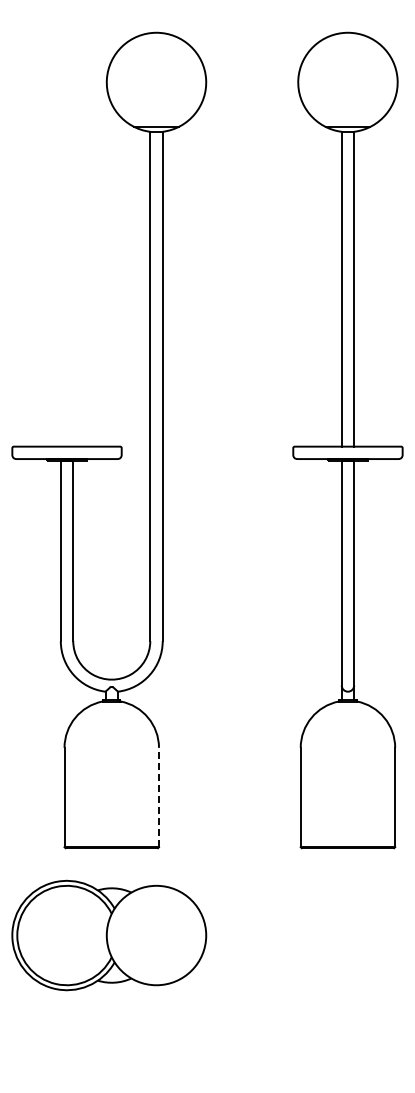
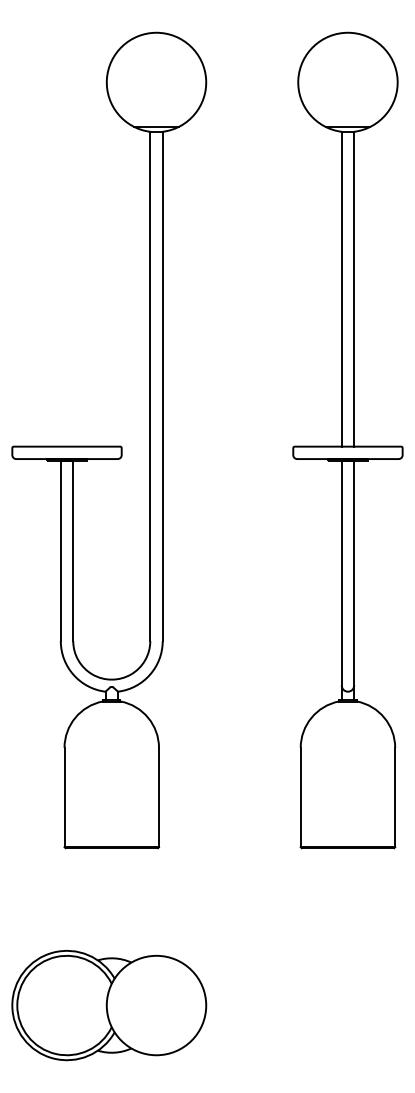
line at (159, 797): dashed -> solid
part at (109, 935) position: (109, 935) -> (109, 1005)
